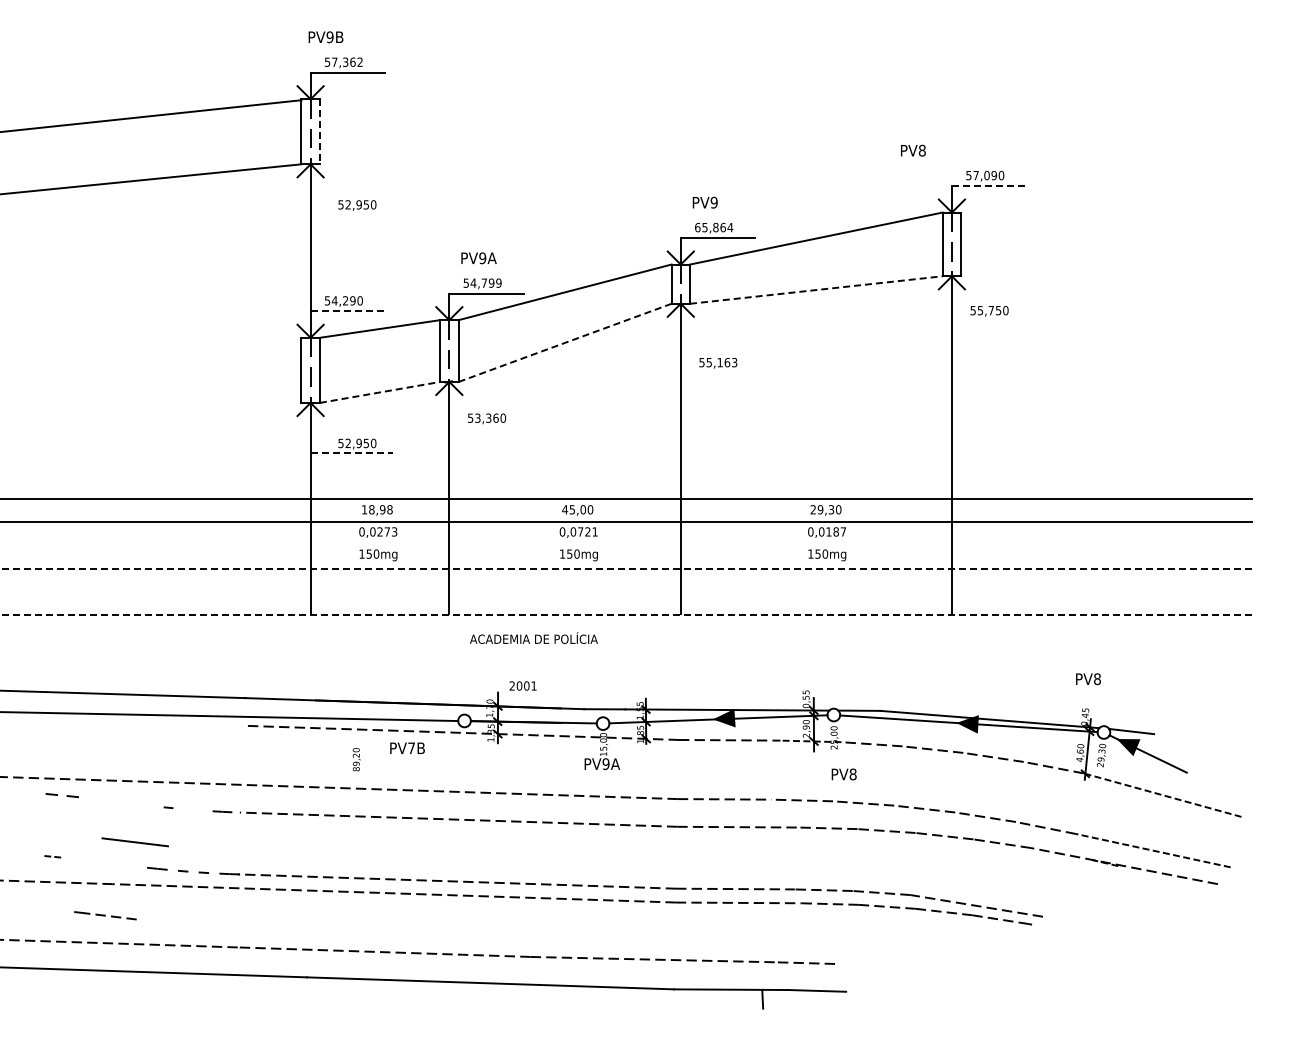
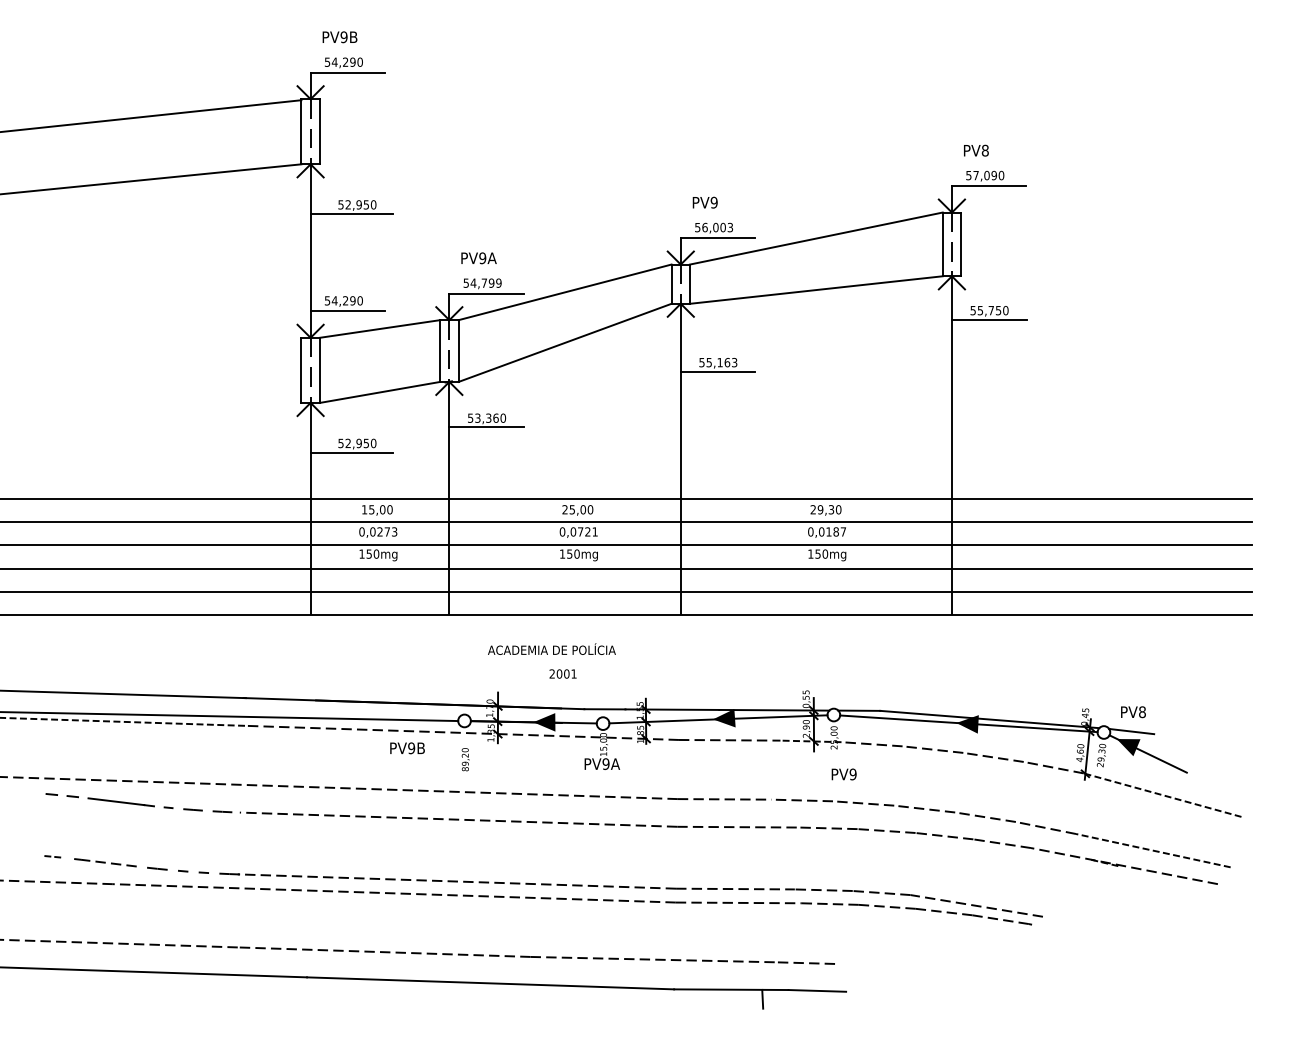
text at (325, 37) position: (325, 37) -> (339, 37)
text at (346, 61): 57,362 -> 54,290
line at (319, 131): dashed -> solid
text at (913, 150) position: (913, 150) -> (976, 150)
line at (989, 186): dashed -> solid
line at (351, 214): none -> present
text at (714, 227): 65,864 -> 56,003
line at (816, 290): dashed -> solid
line at (348, 311): dashed -> solid
line at (988, 319): none -> present
line at (565, 342): dashed -> solid
line at (717, 371): none -> present
line at (380, 392): dashed -> solid
line at (486, 427): none -> present
line at (352, 453): dashed -> solid
text at (380, 509): 18,98 -> 15,00
text at (565, 509): 45,00 -> 25,00
line at (627, 545): none -> present
line at (626, 568): dashed -> solid
line at (627, 591): none -> present
line at (626, 614): dashed -> solid
text at (533, 637) position: (533, 637) -> (551, 648)
text at (1088, 679) position: (1088, 679) -> (1133, 712)
text at (522, 685) position: (522, 685) -> (562, 673)
line at (123, 721): none -> present
fill at (544, 722): none -> present
text at (411, 748): PV7B -> PV9B
text at (356, 759) position: (356, 759) -> (465, 759)
text at (852, 774): PV8 -> PV9
line at (192, 809): none -> present
line at (134, 842) position: (134, 842) -> (120, 802)
part at (105, 915) position: (105, 915) -> (105, 862)
